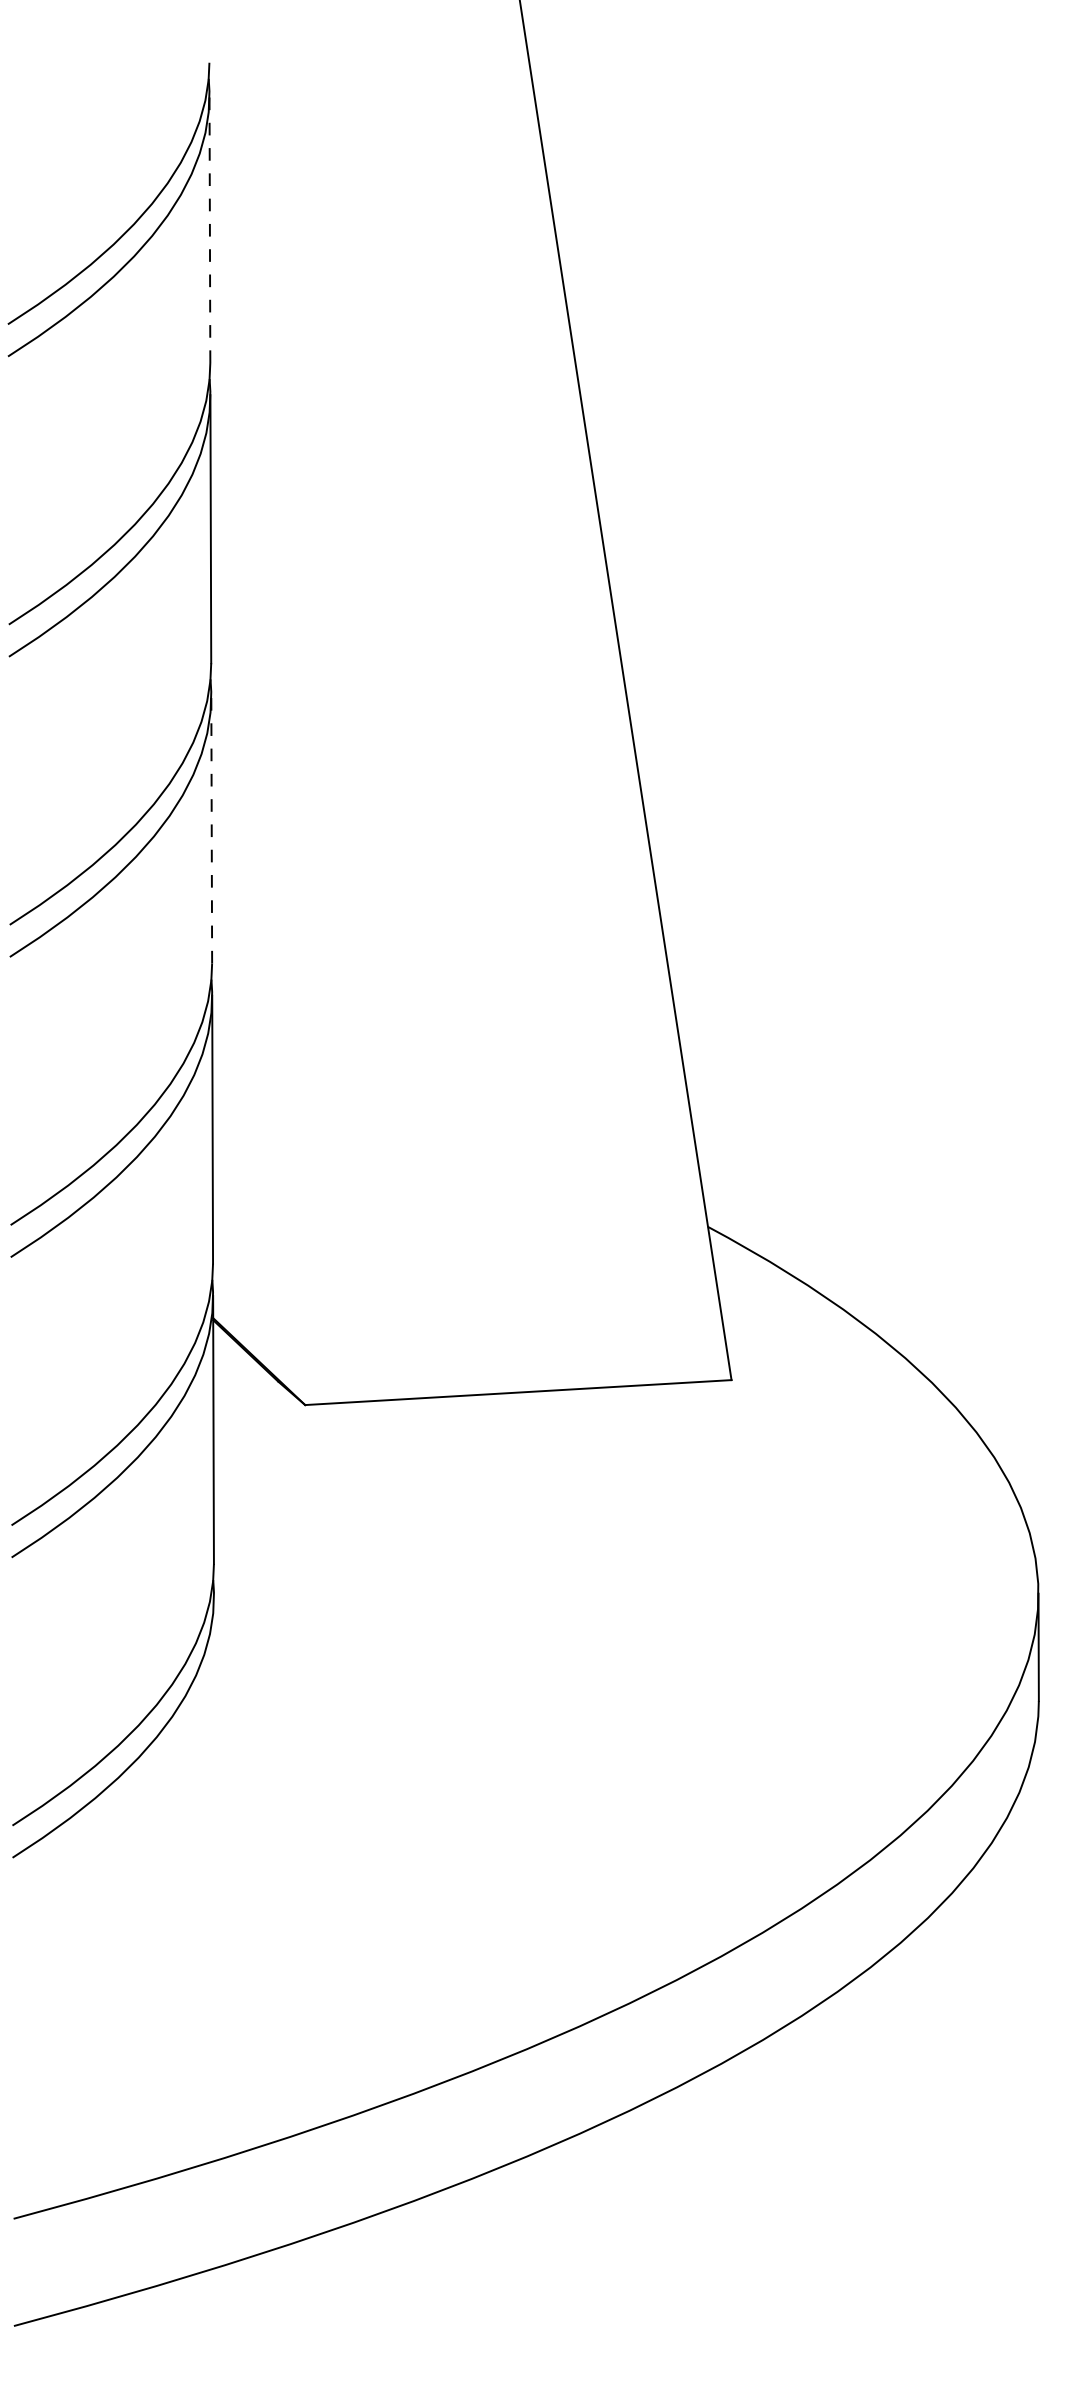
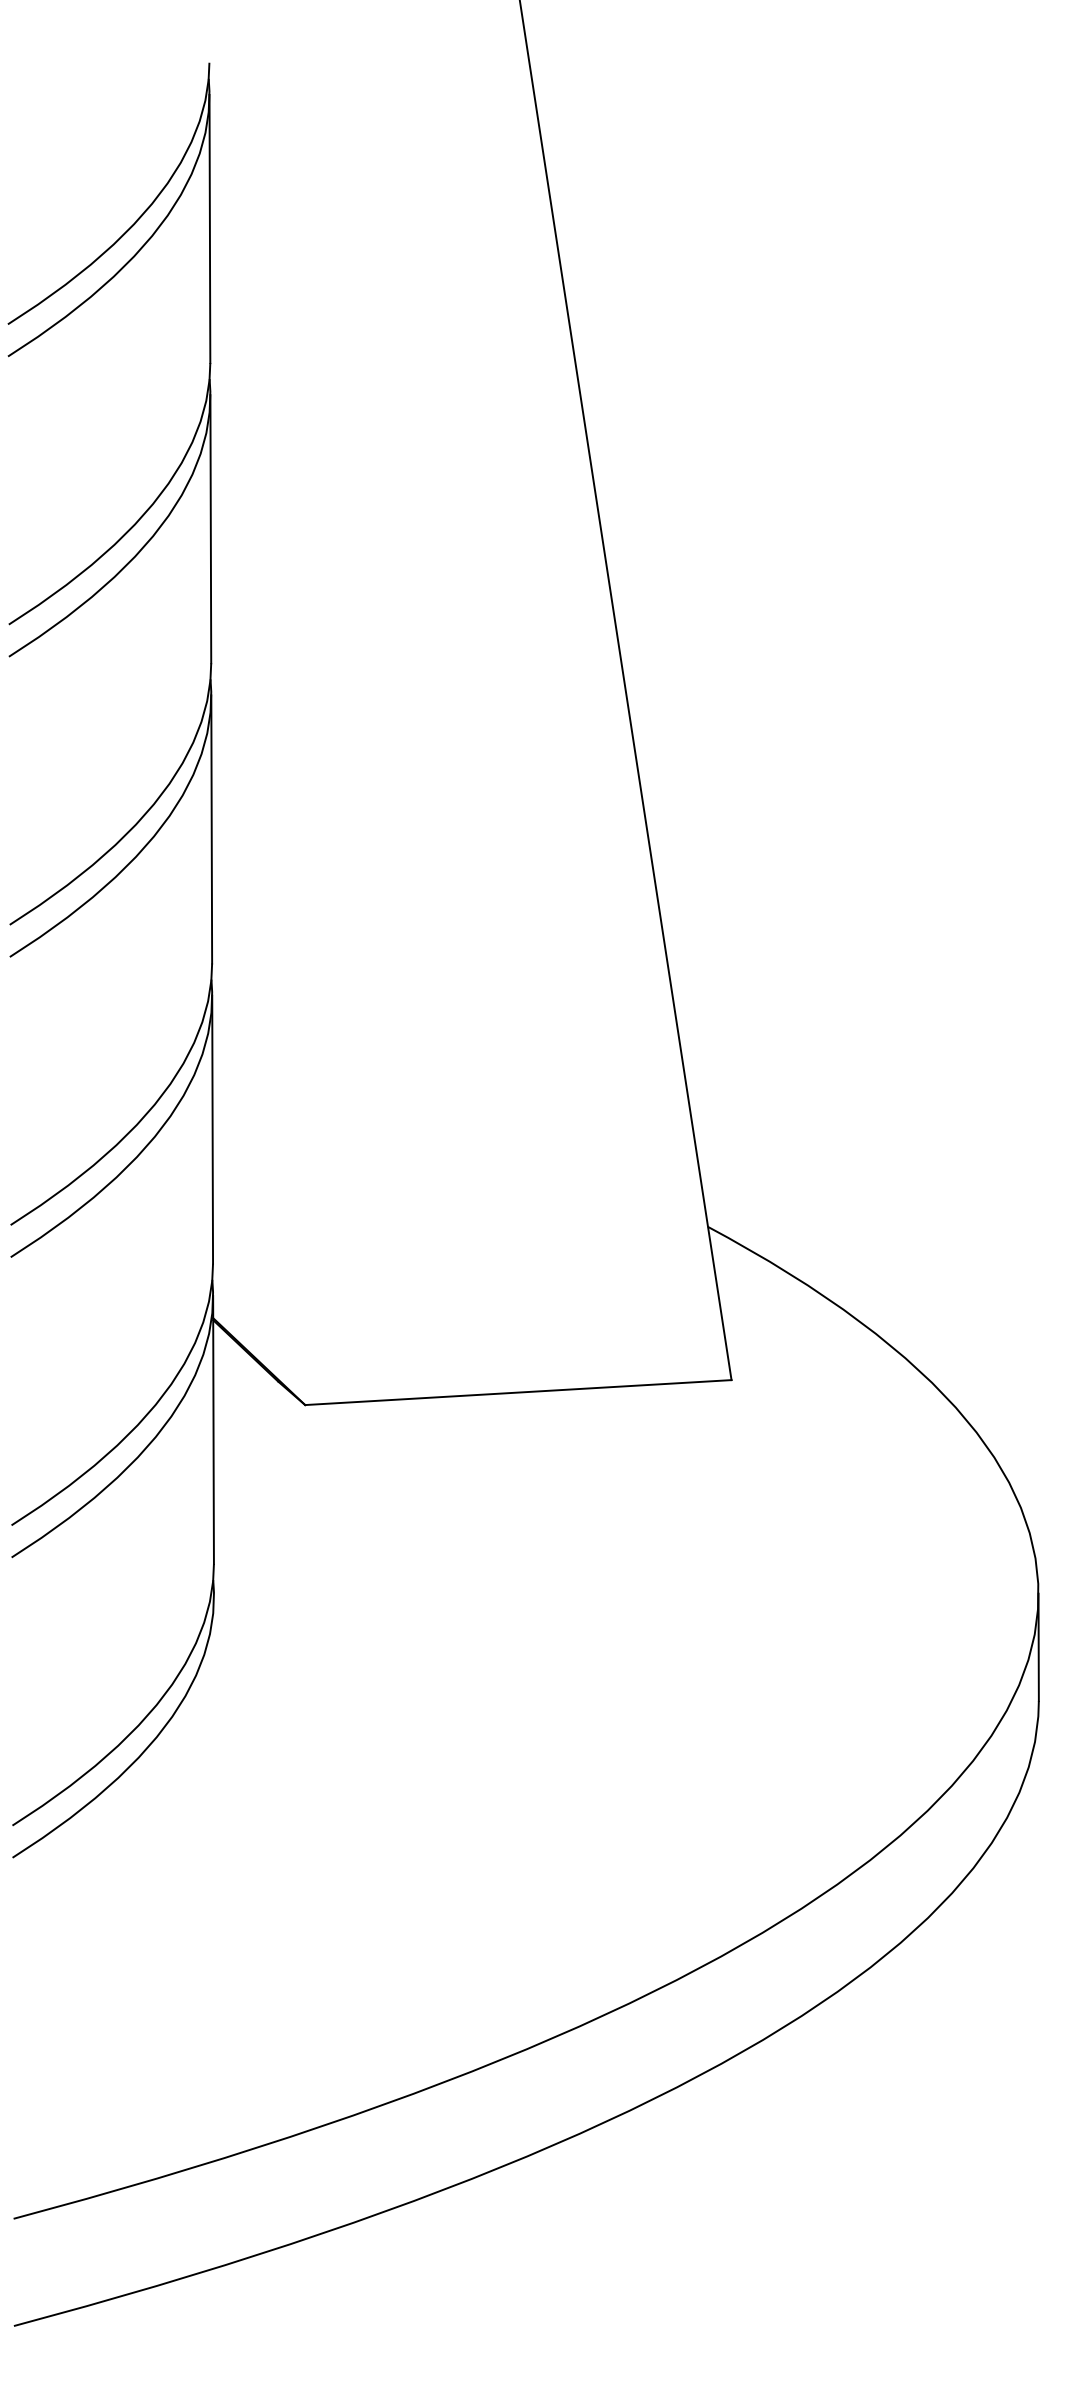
line at (209, 228): dashed -> solid
line at (211, 828): dashed -> solid
